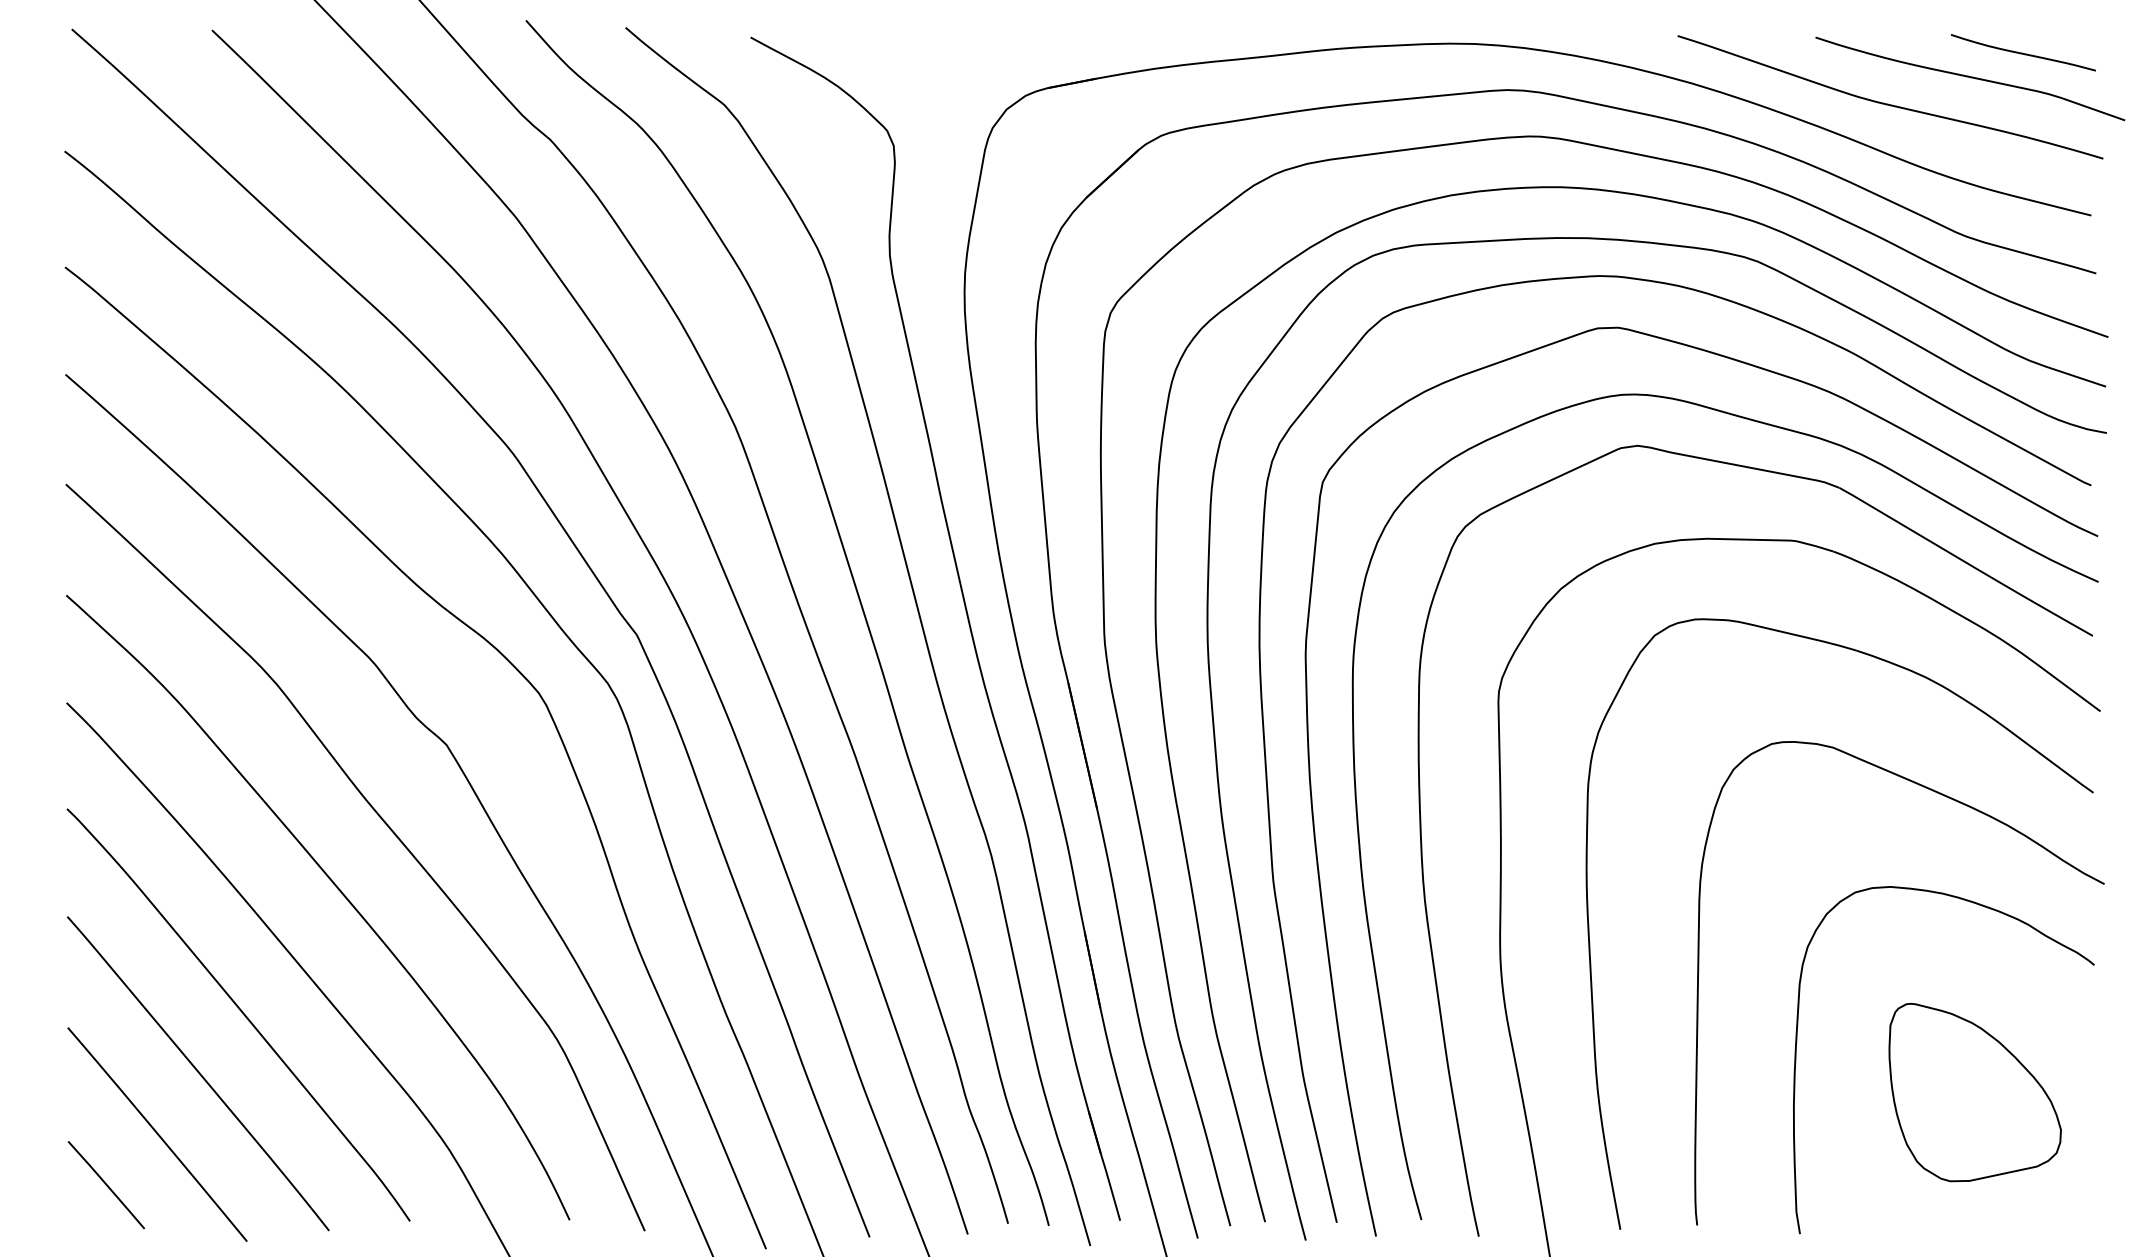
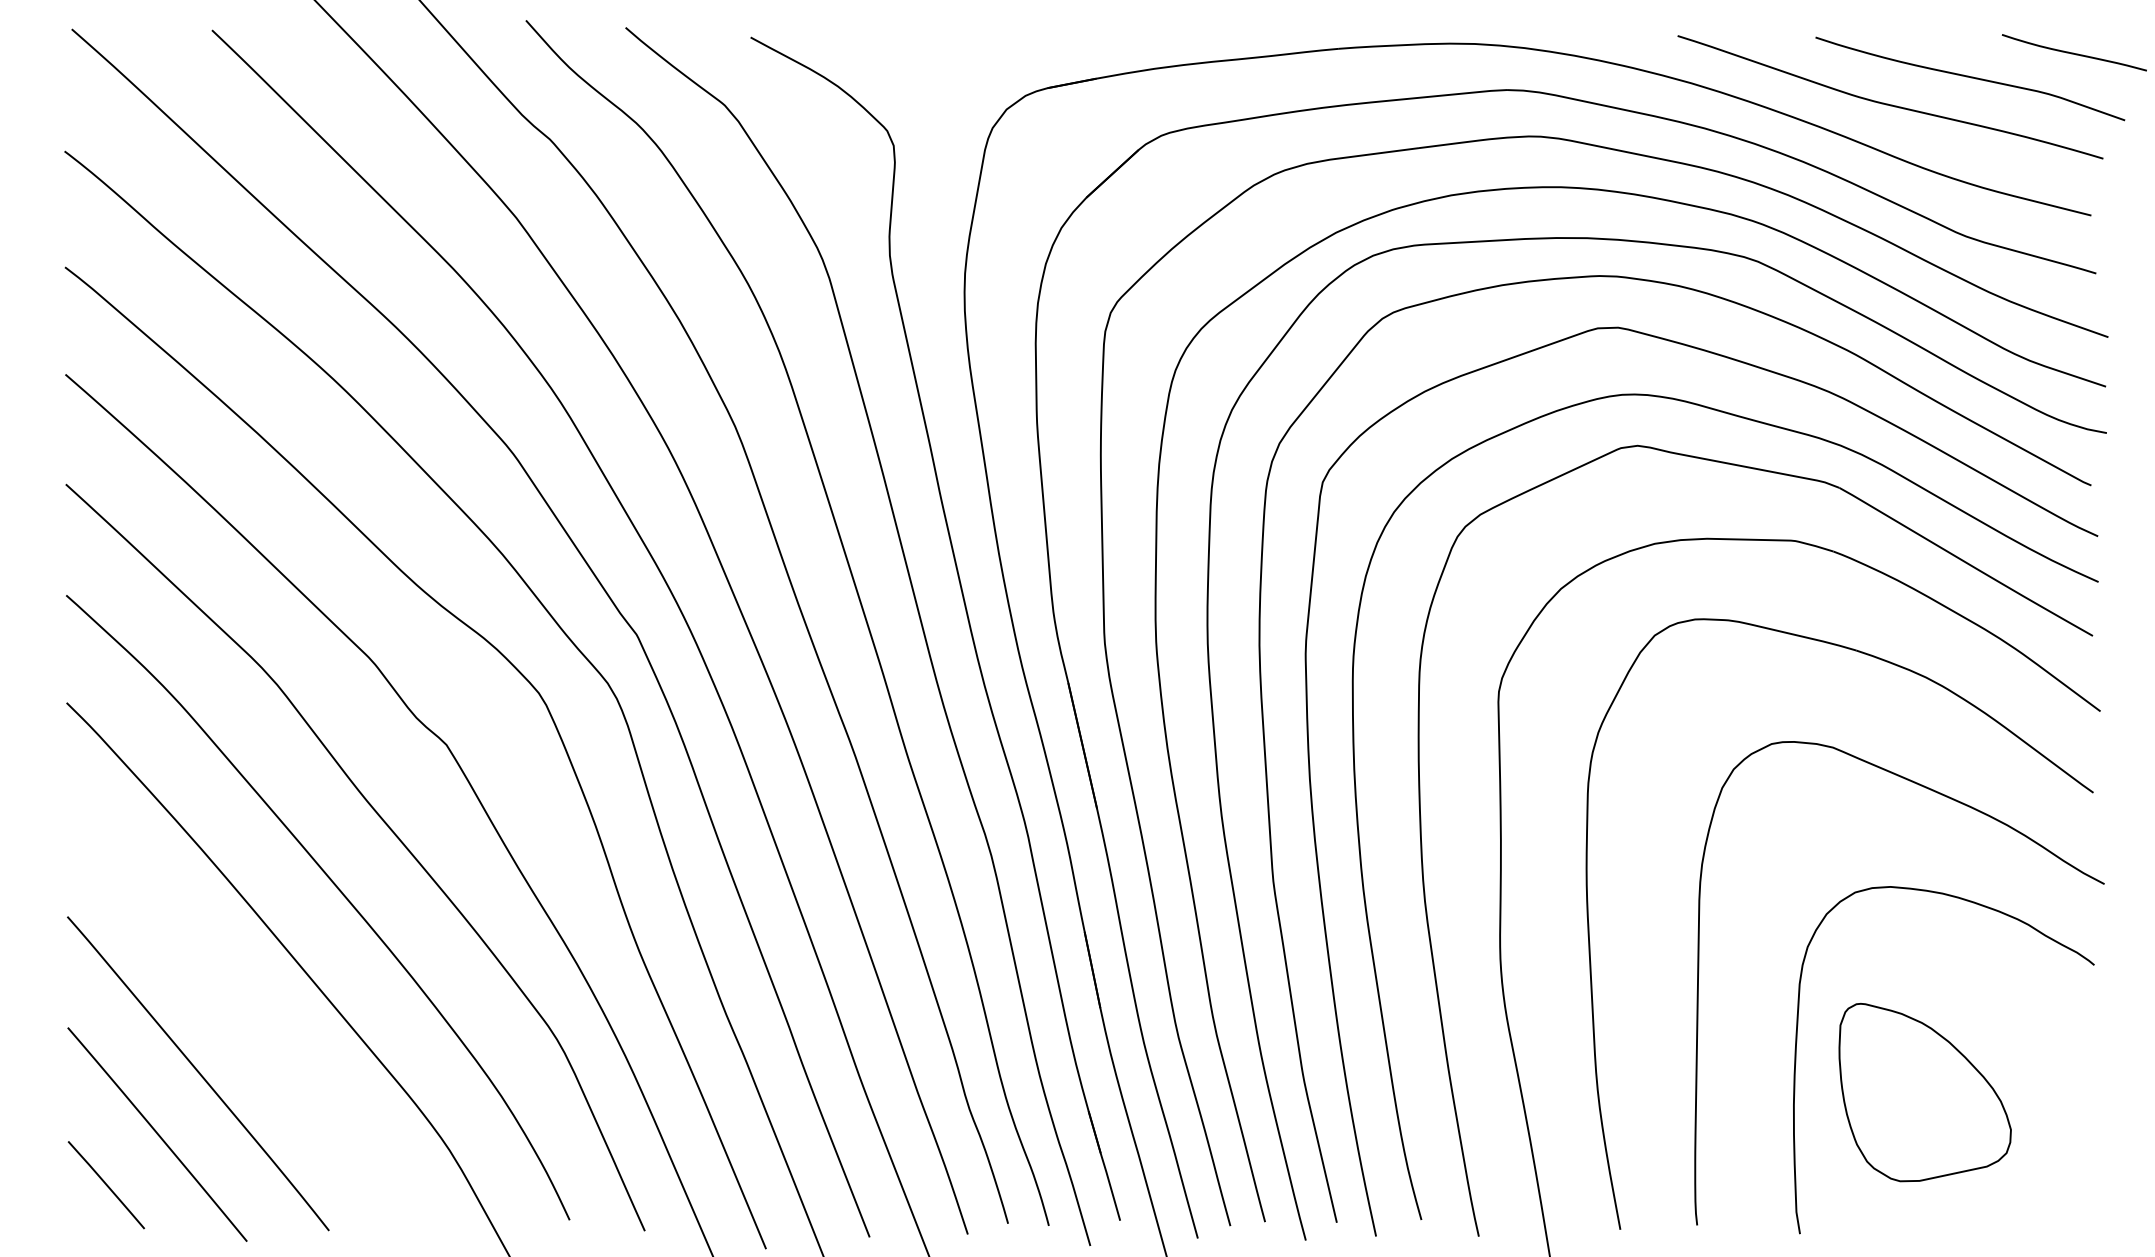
curve at (2022, 52) position: (2022, 52) -> (2073, 52)
curve at (240, 1011): present -> none
part at (1974, 1092) position: (1974, 1092) -> (1924, 1092)
